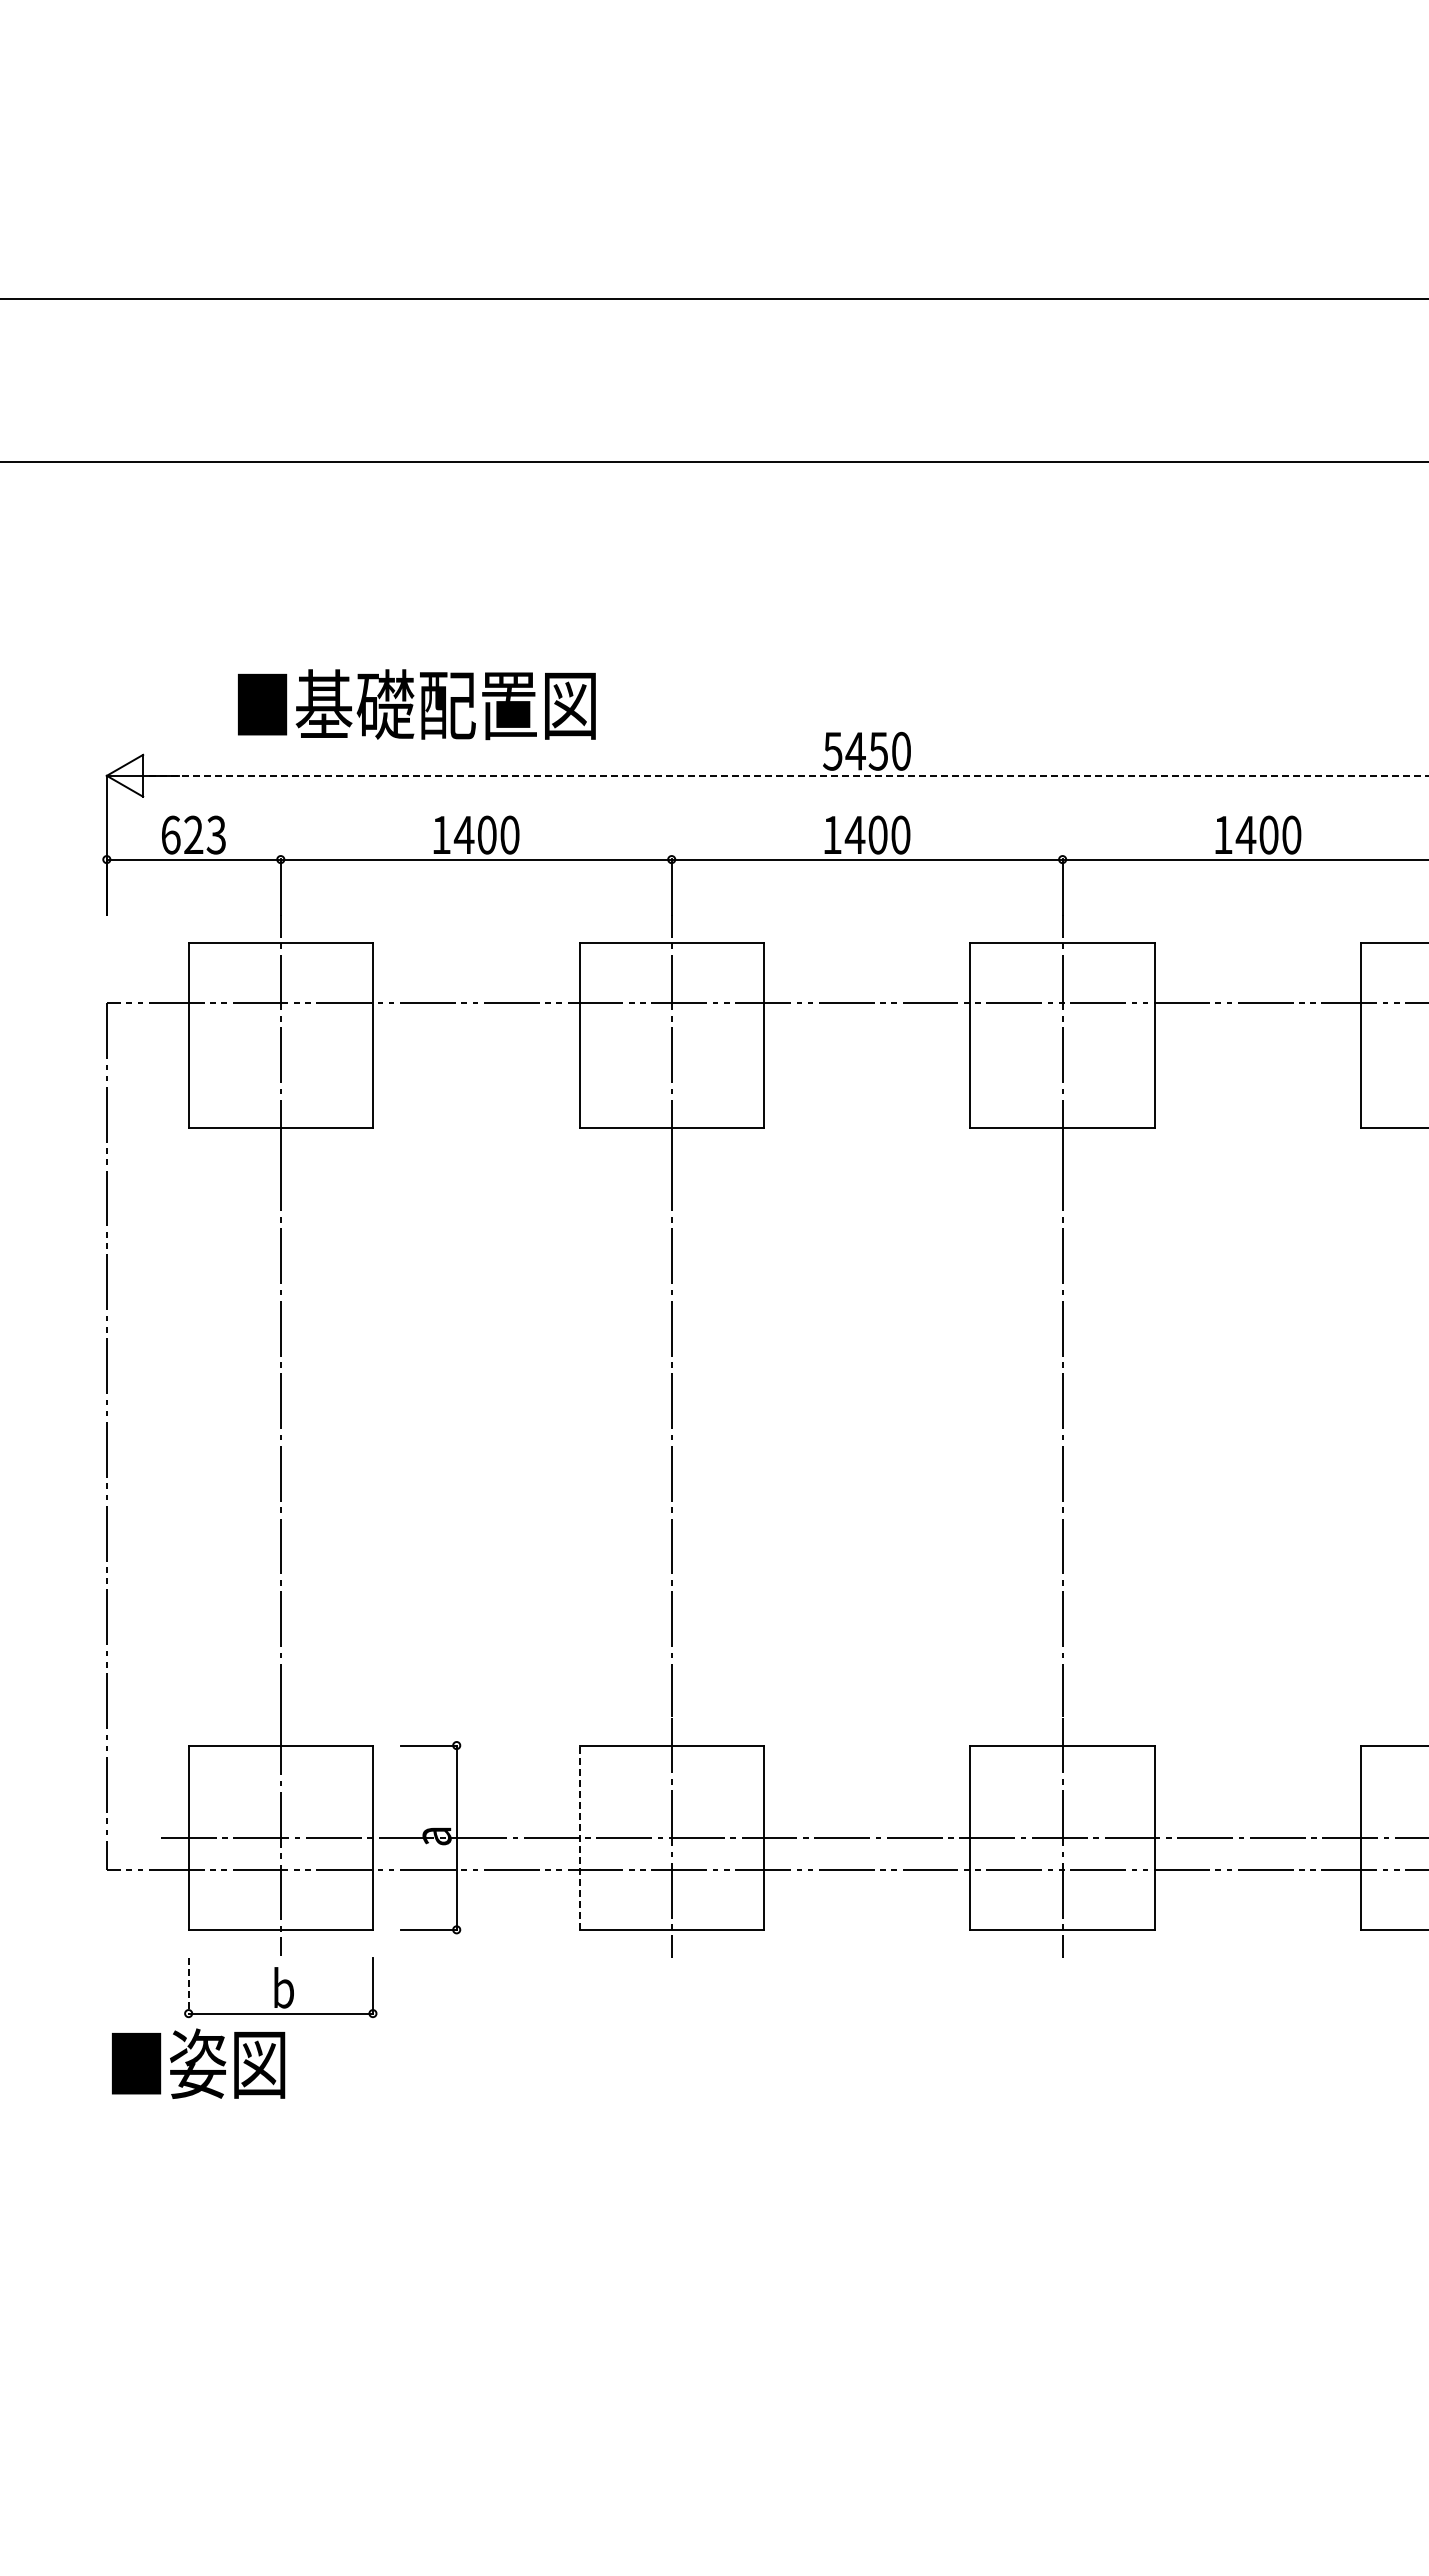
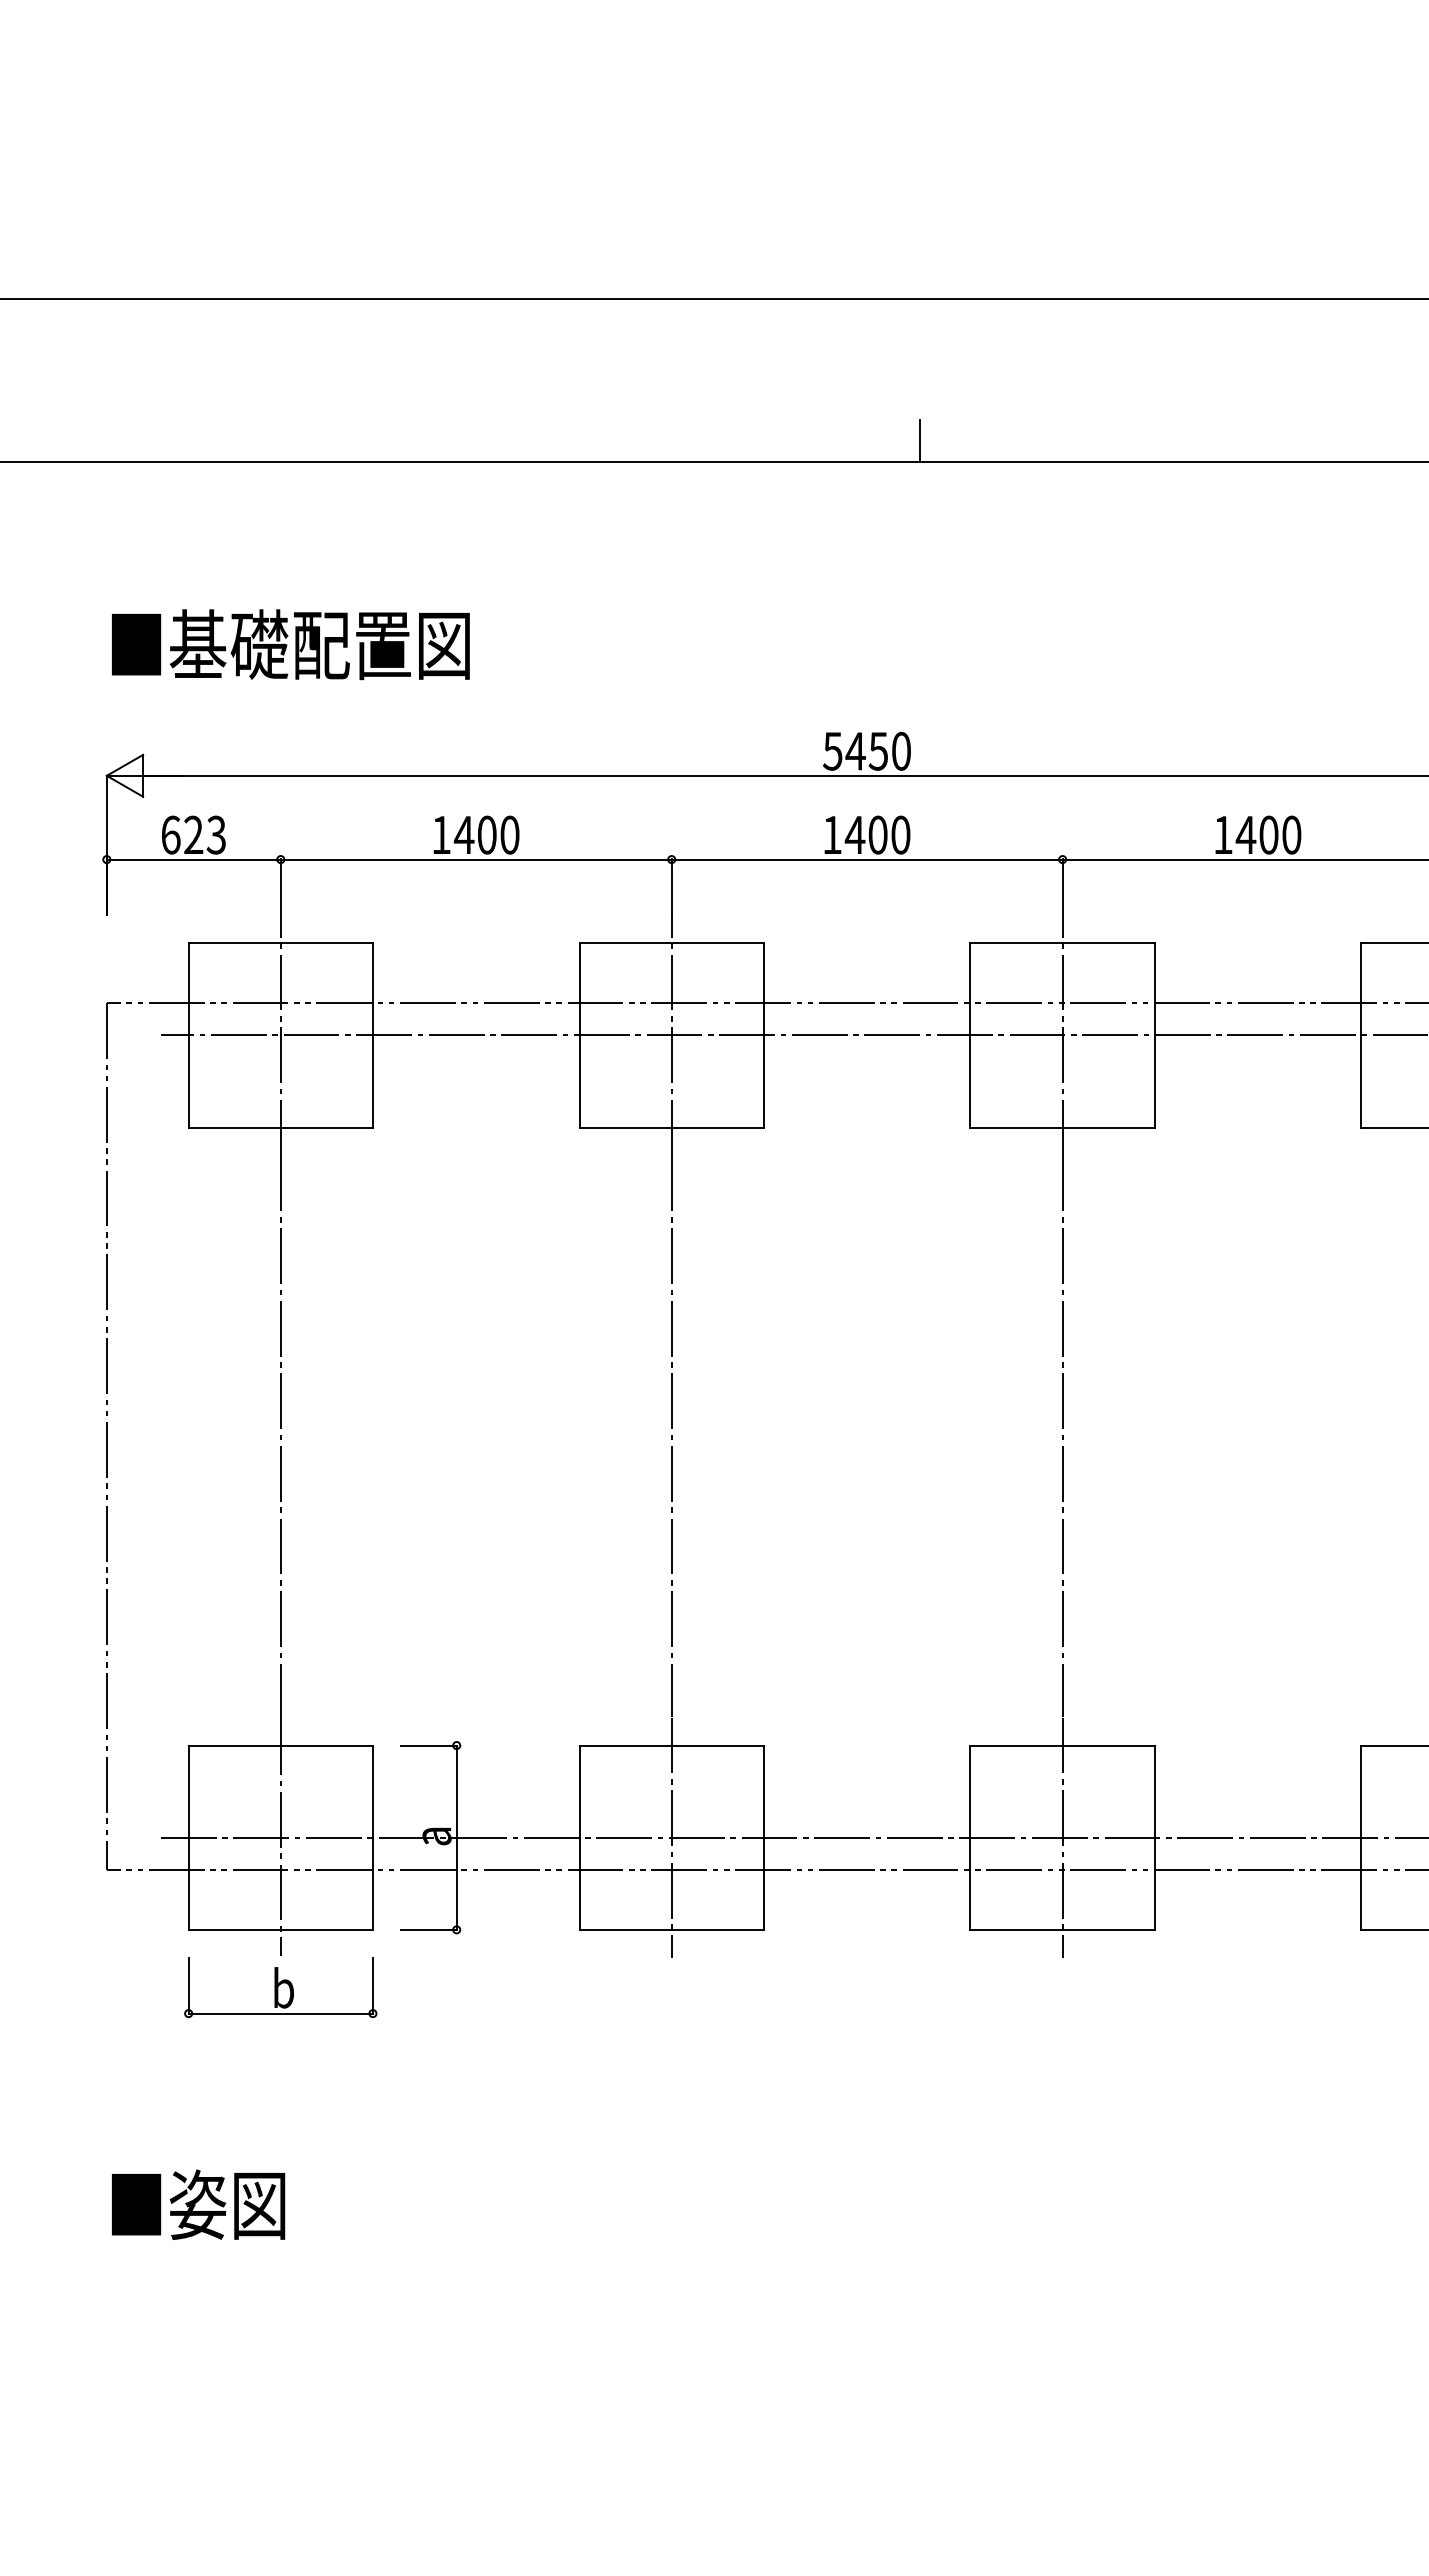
line at (920, 441): none -> present
text at (416, 704) position: (416, 704) -> (290, 644)
line at (788, 775): dashed -> solid
line at (792, 1035): none -> present
line at (579, 1837): dashed -> solid
line at (188, 1986): dashed -> solid
text at (198, 2063) position: (198, 2063) -> (198, 2204)
